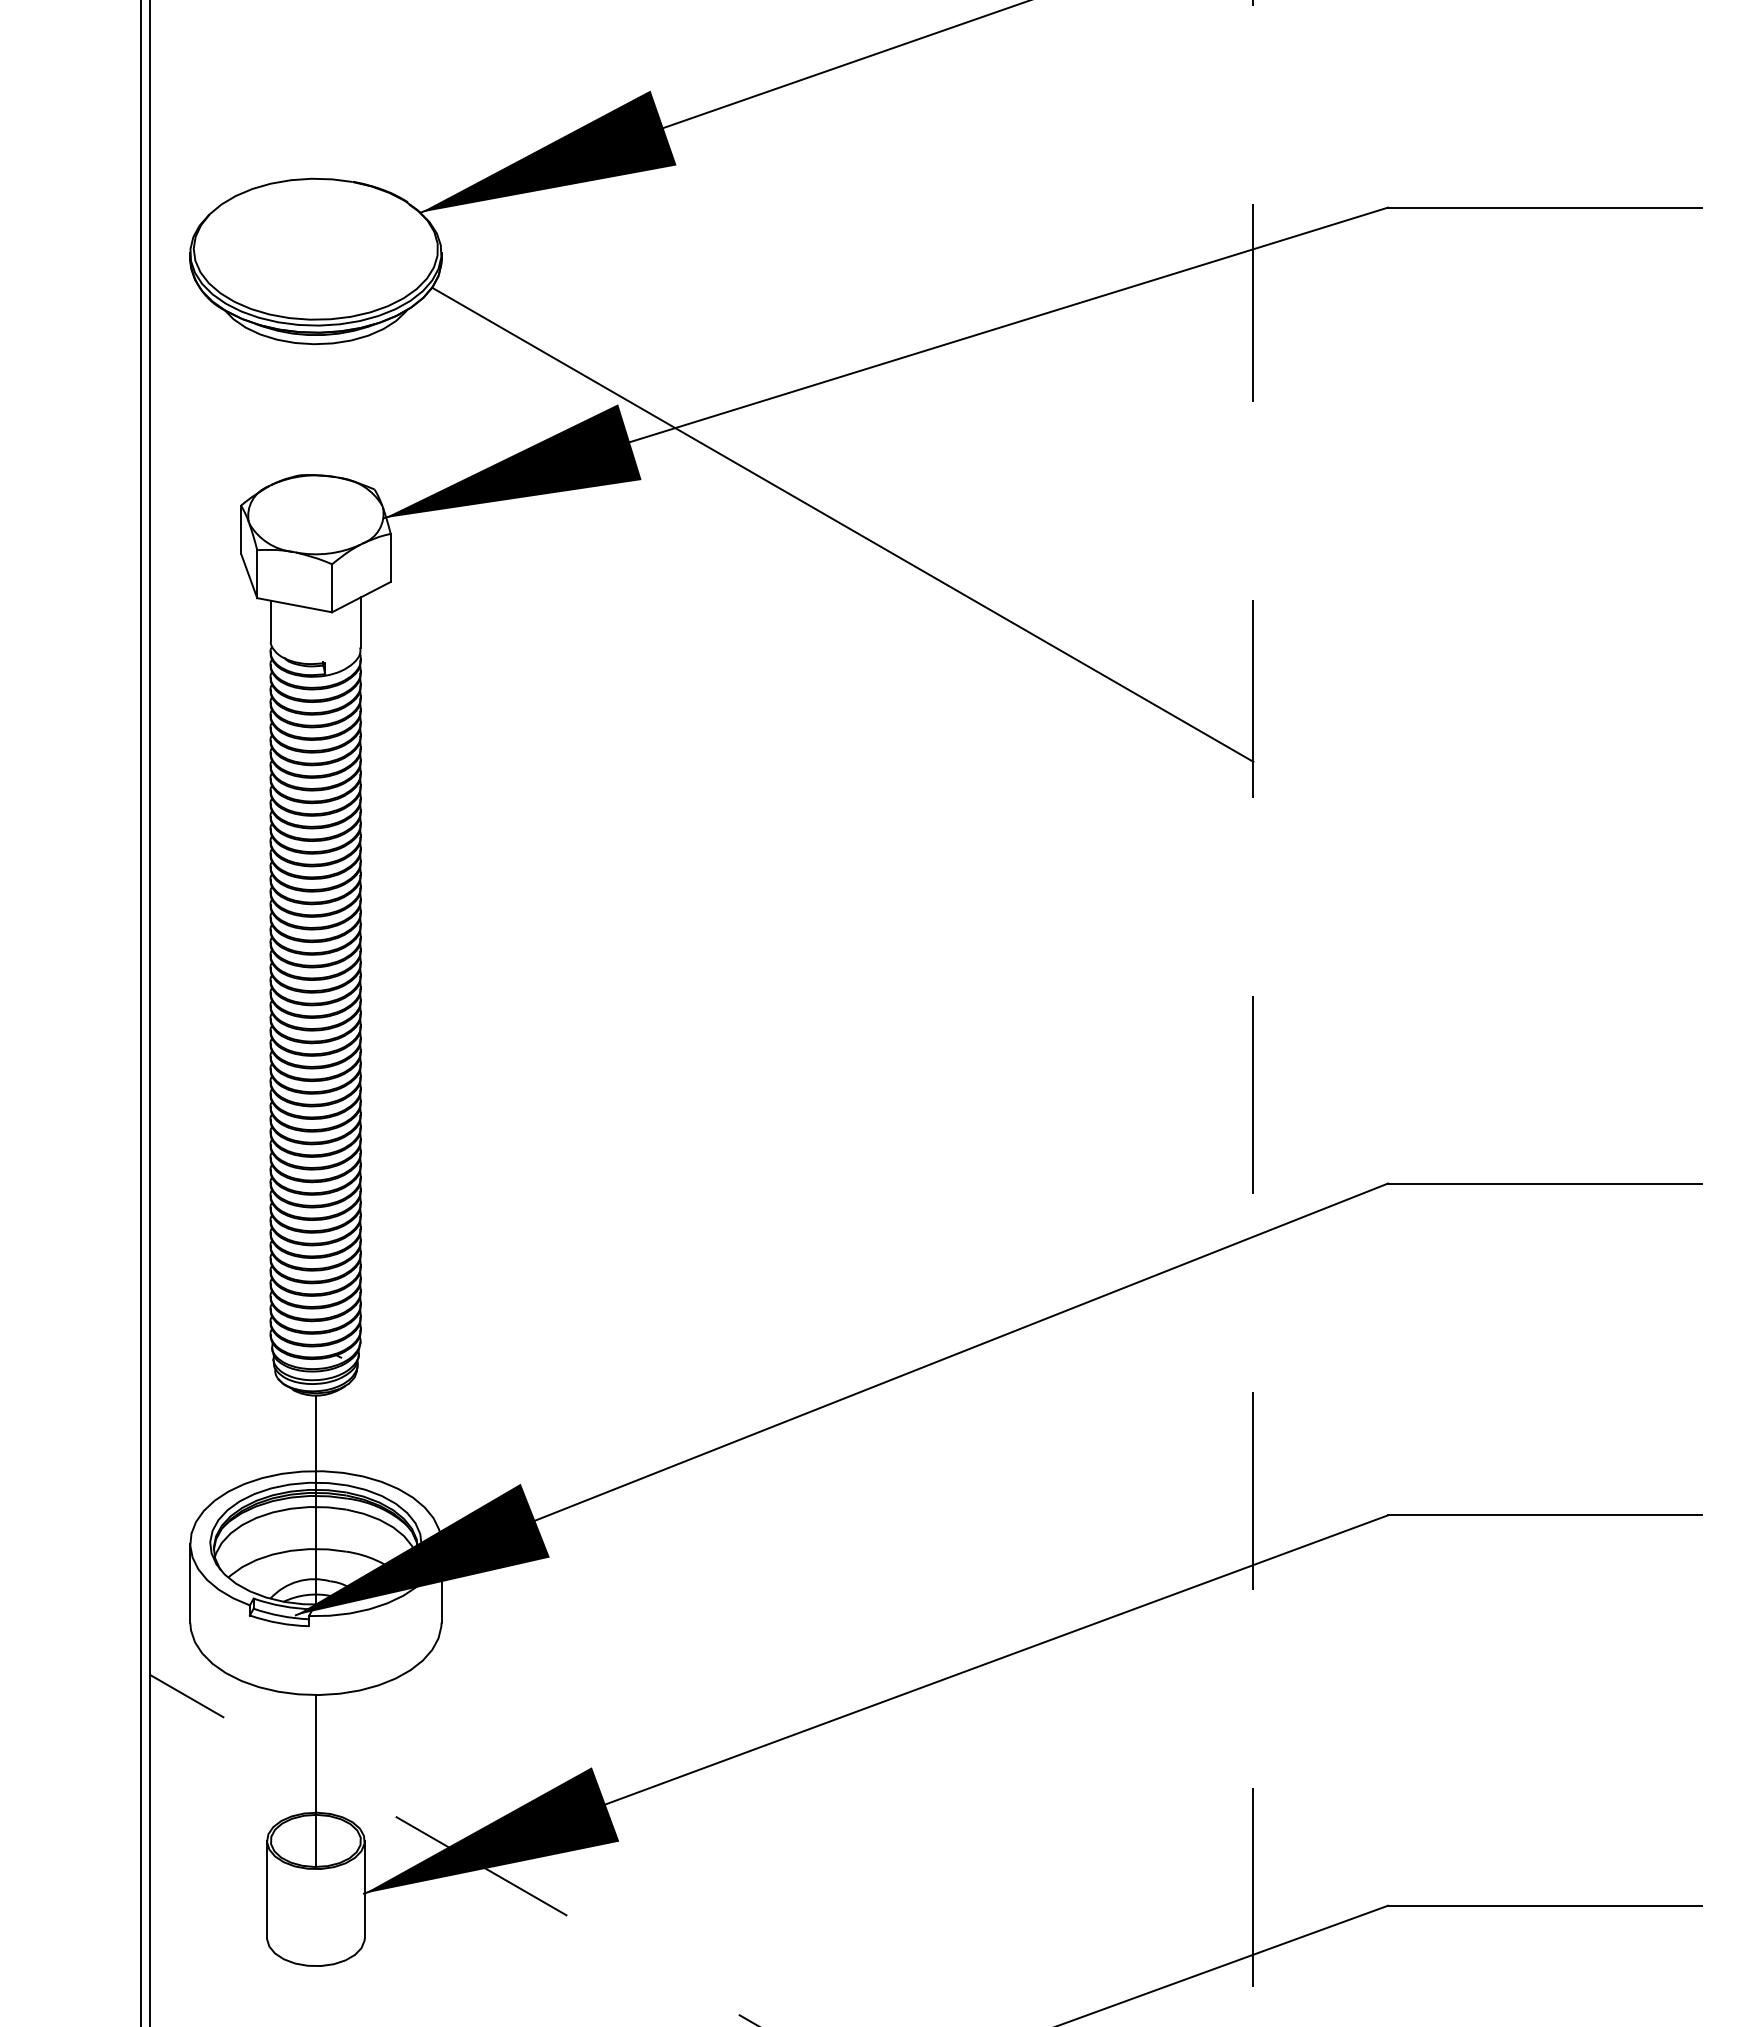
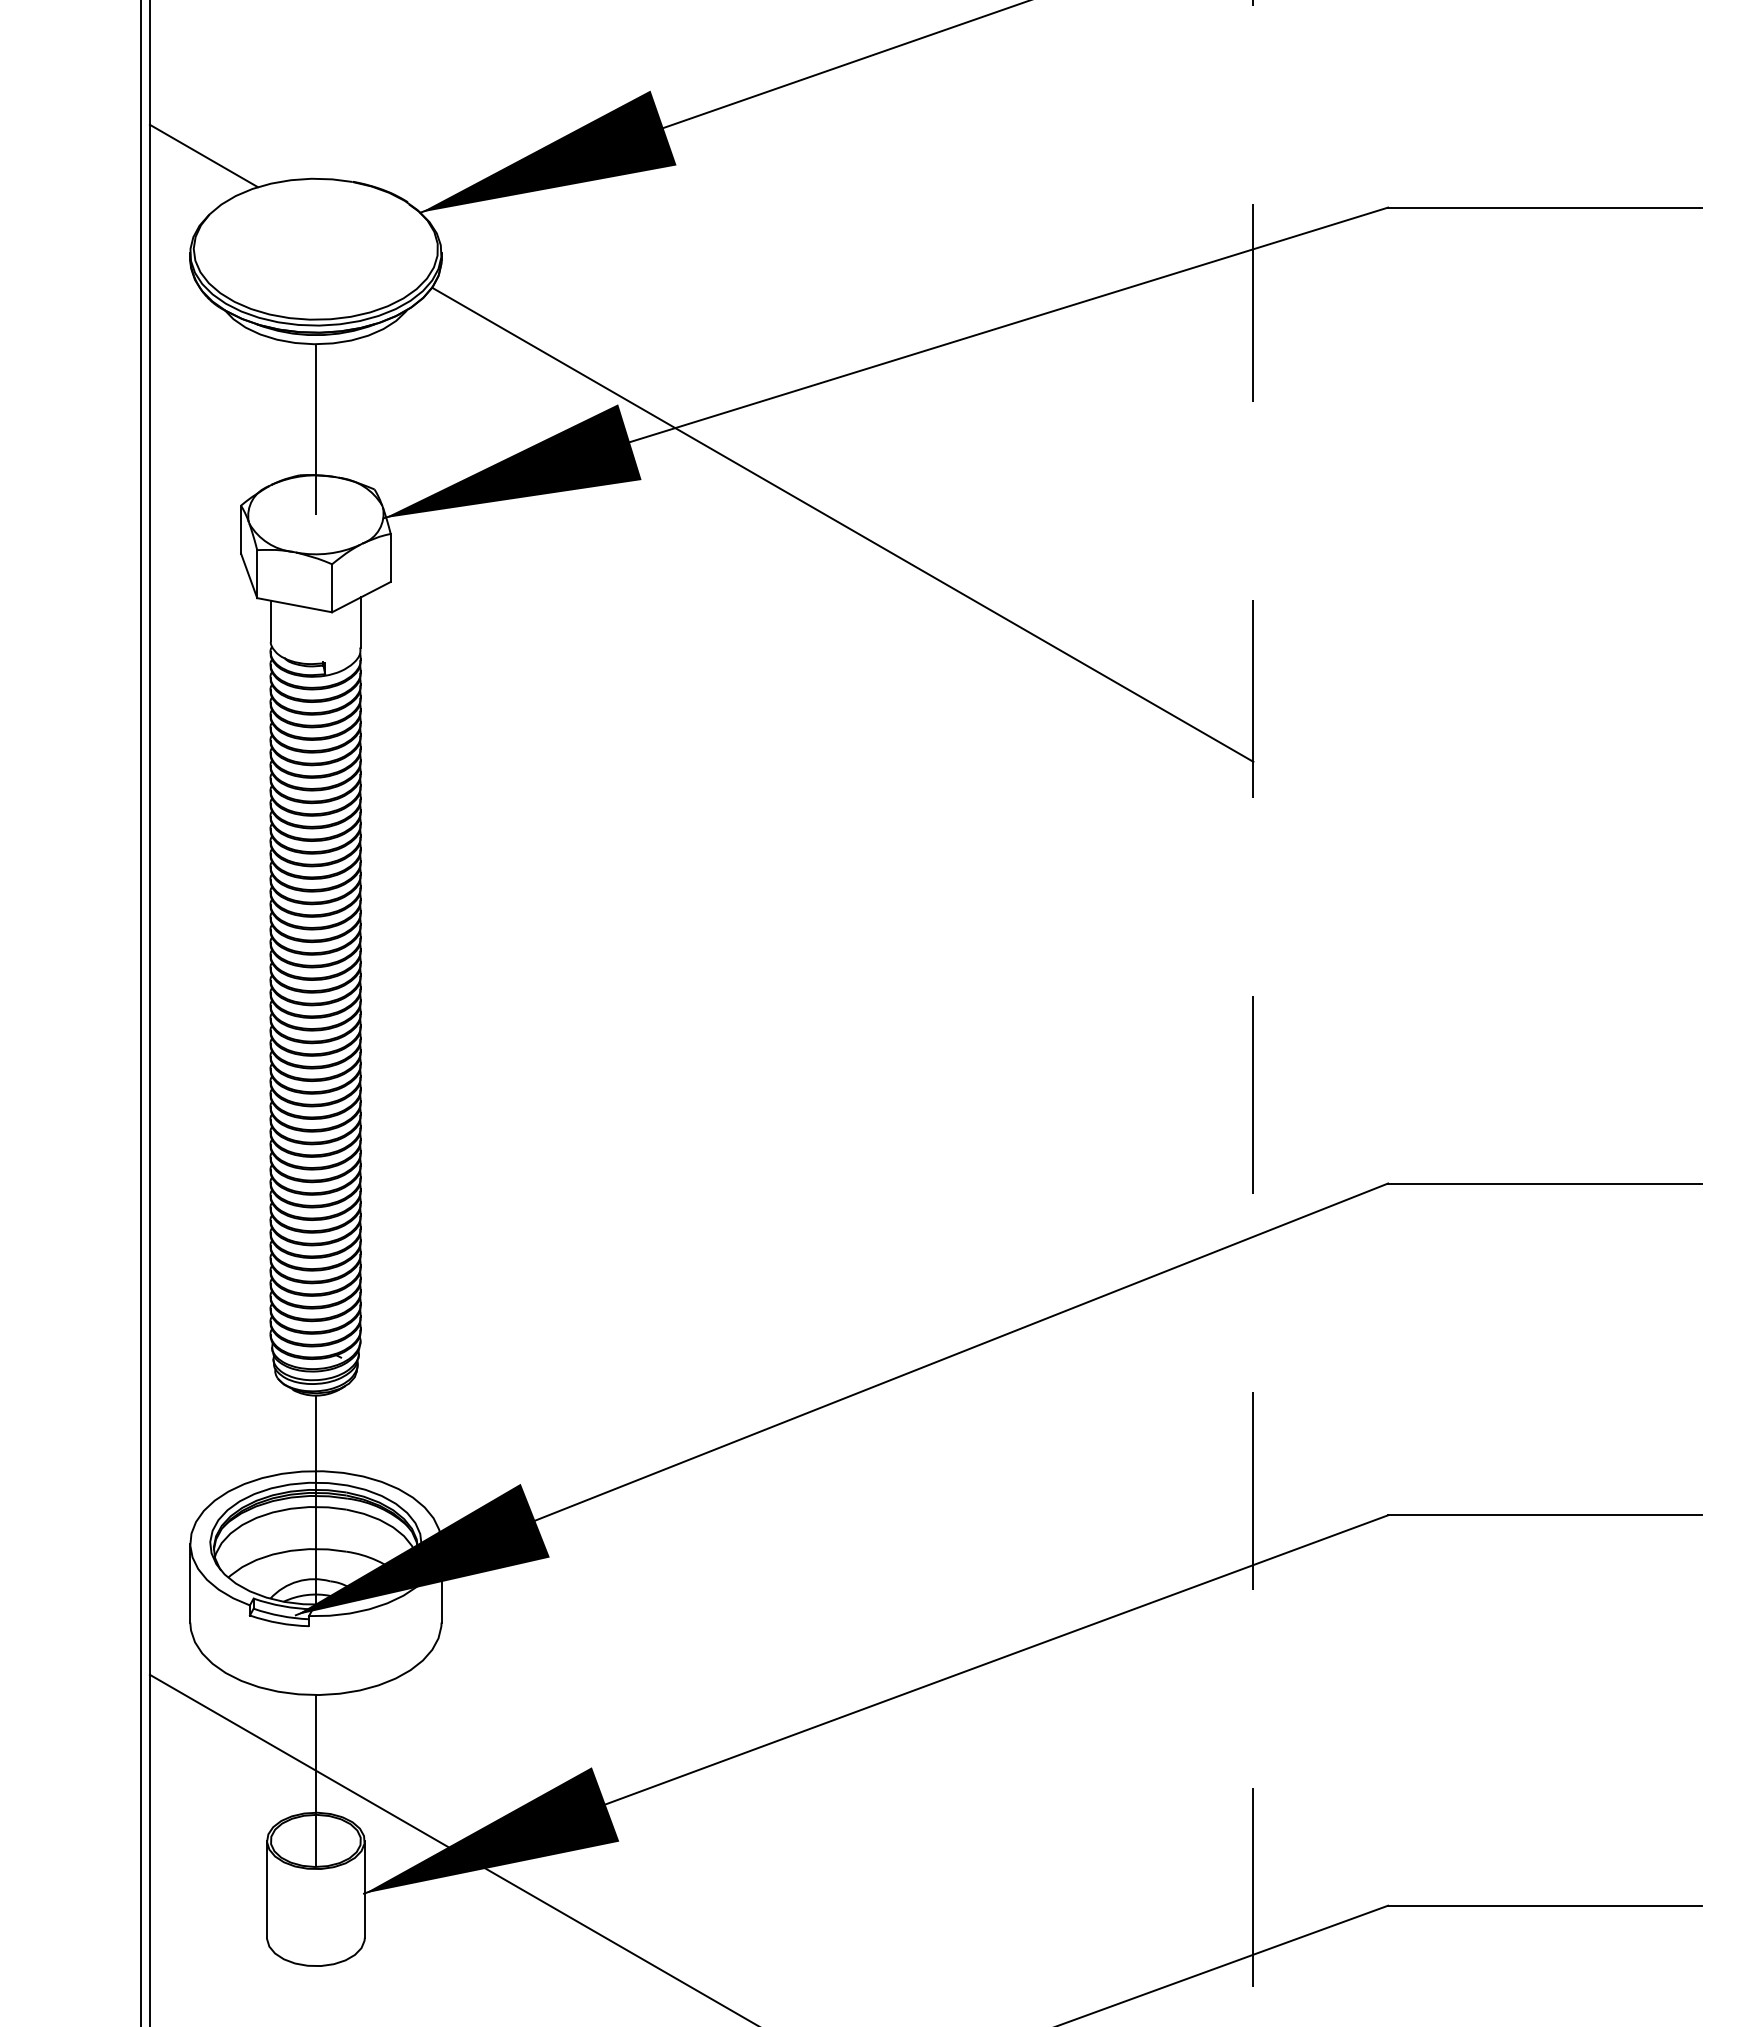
line at (203, 155): none -> present
line at (315, 429): none -> present
line at (454, 1850): dashed -> solid
